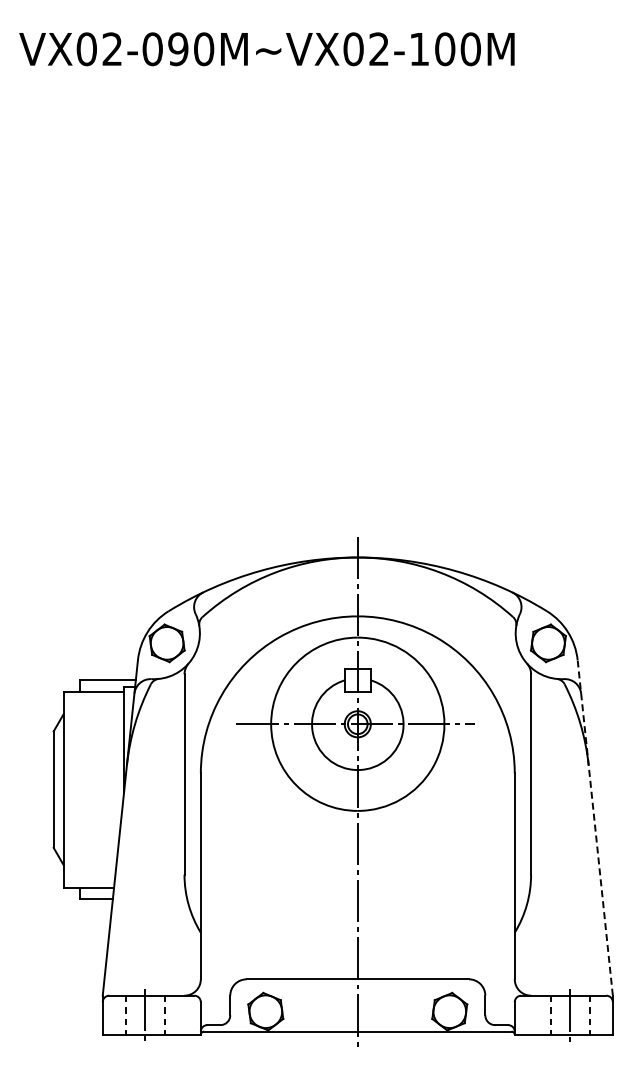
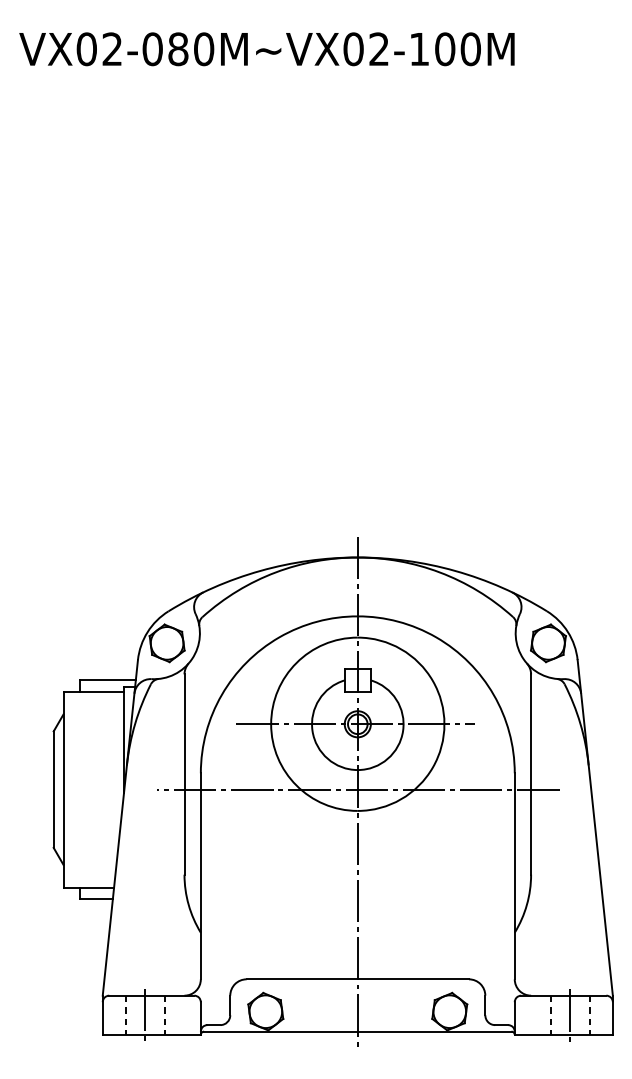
text at (178, 49): VX02-090M~VX02-100M -> VX02-080M~VX02-100M
line at (357, 789): none -> present
line at (595, 827): dashed -> solid
